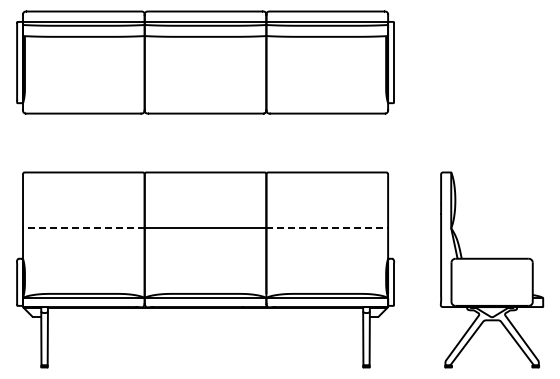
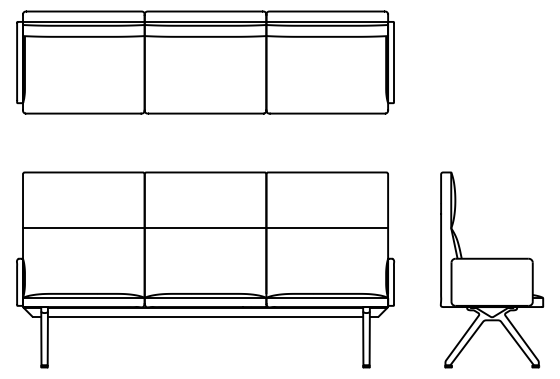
line at (83, 228): dashed -> solid
line at (327, 228): dashed -> solid
line at (205, 317): none -> present
